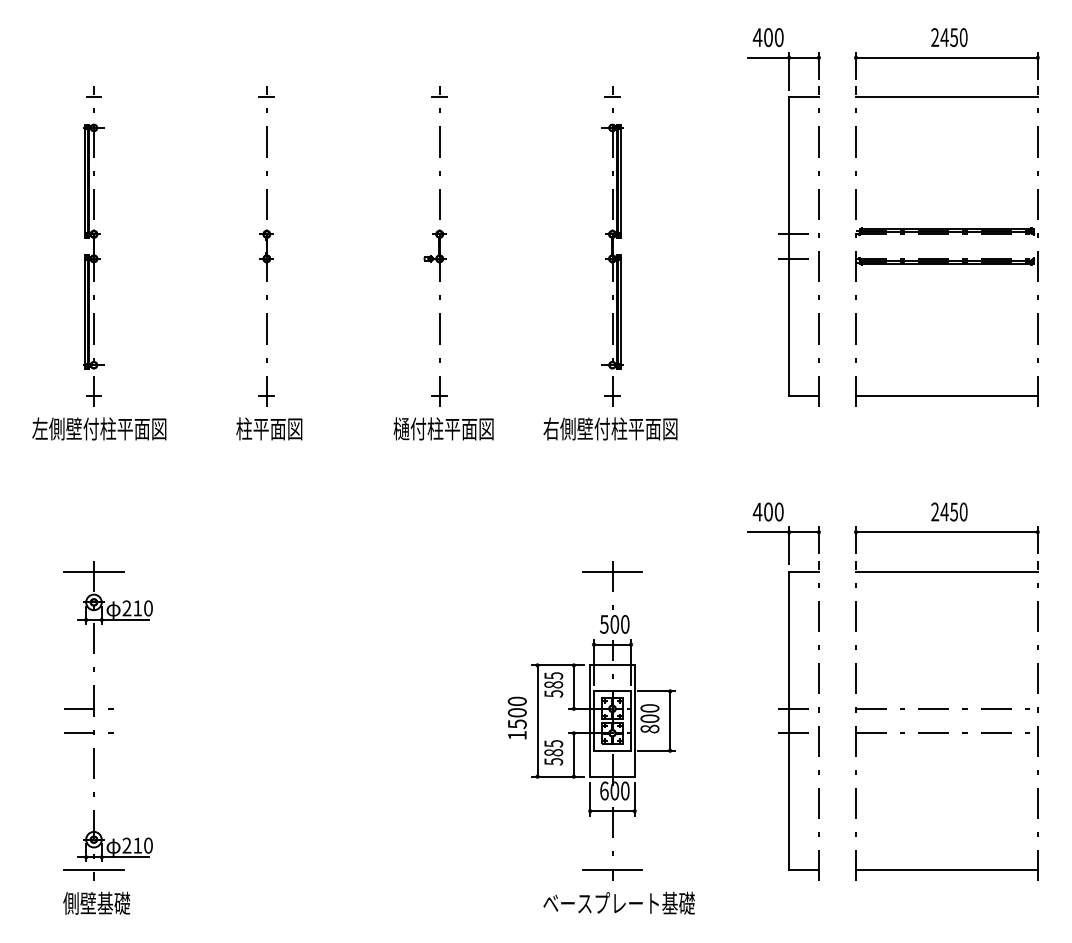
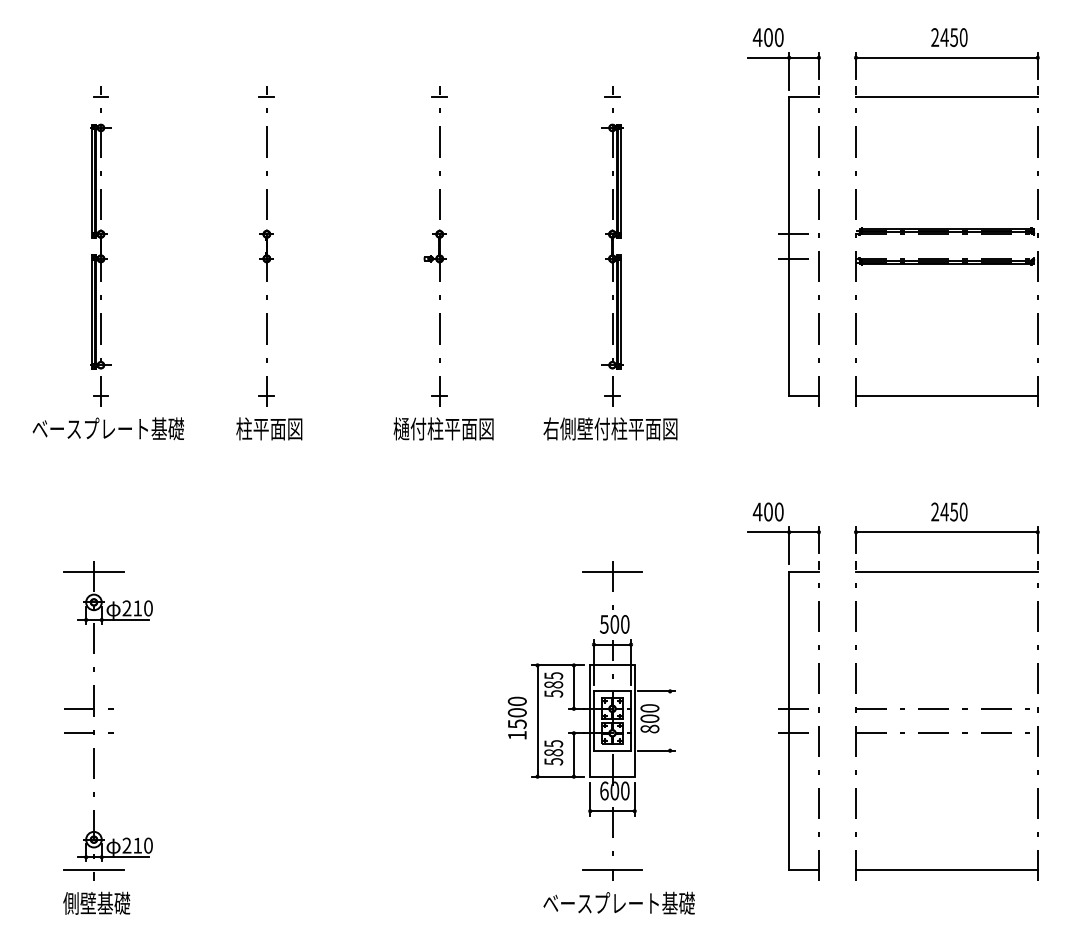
part at (93, 246) position: (93, 246) -> (100, 246)
text at (108, 428): 左側壁付柱平面図 -> ベースプレート基礎
line at (670, 720): present -> none
